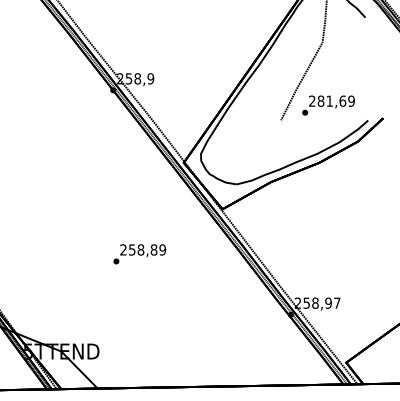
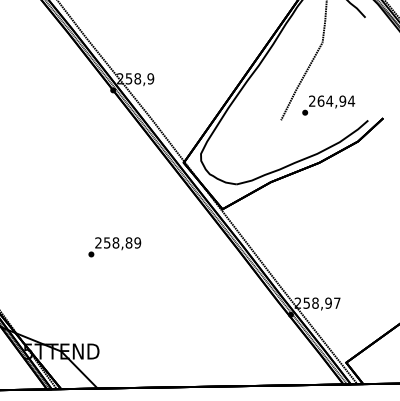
text at (336, 100): 281,69 -> 264,94
text at (139, 254) position: (139, 254) -> (114, 247)
